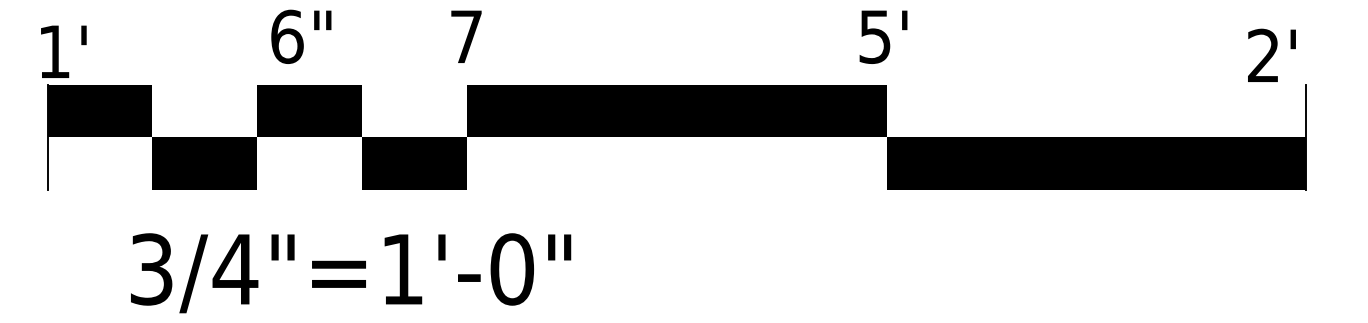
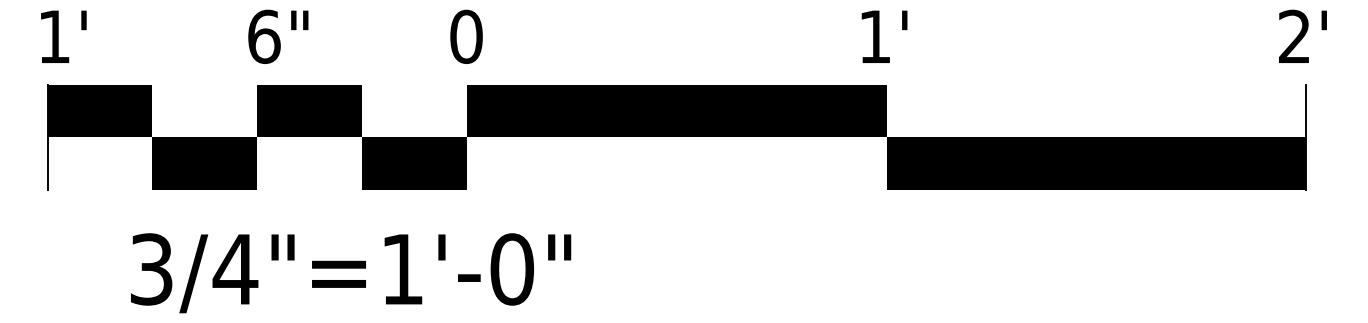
text at (301, 36) position: (301, 36) -> (278, 36)
text at (466, 36): 7 -> 0
text at (874, 36): 5' -> 1'
text at (63, 51) position: (63, 51) -> (63, 36)
text at (1271, 54) position: (1271, 54) -> (1302, 35)
